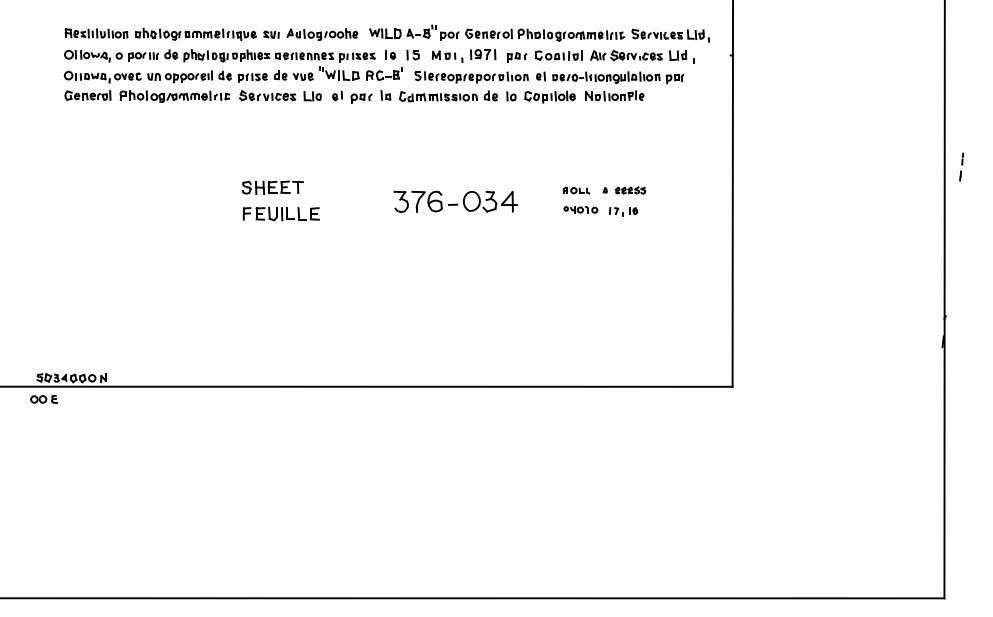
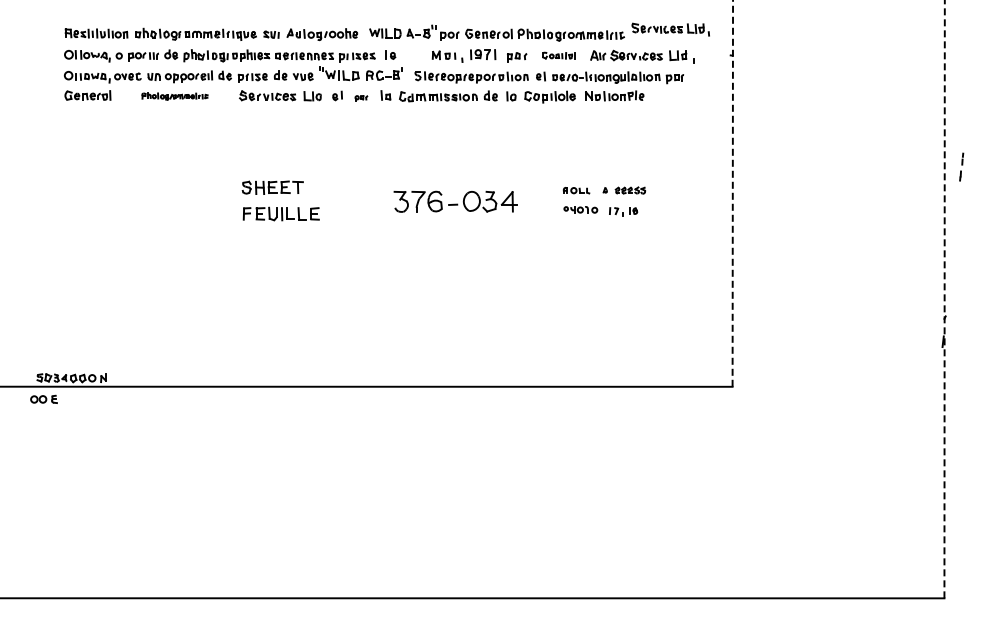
part at (670, 35) position: (670, 35) -> (670, 29)
part at (412, 54): present -> none
part at (558, 55) size: 48x11 px -> 34x9 px
part at (174, 96) size: 112x13 px -> 68x9 px
part at (361, 98) size: 23x11 px -> 15x7 px
line at (732, 193): solid -> dashed
line at (944, 299): solid -> dashed
